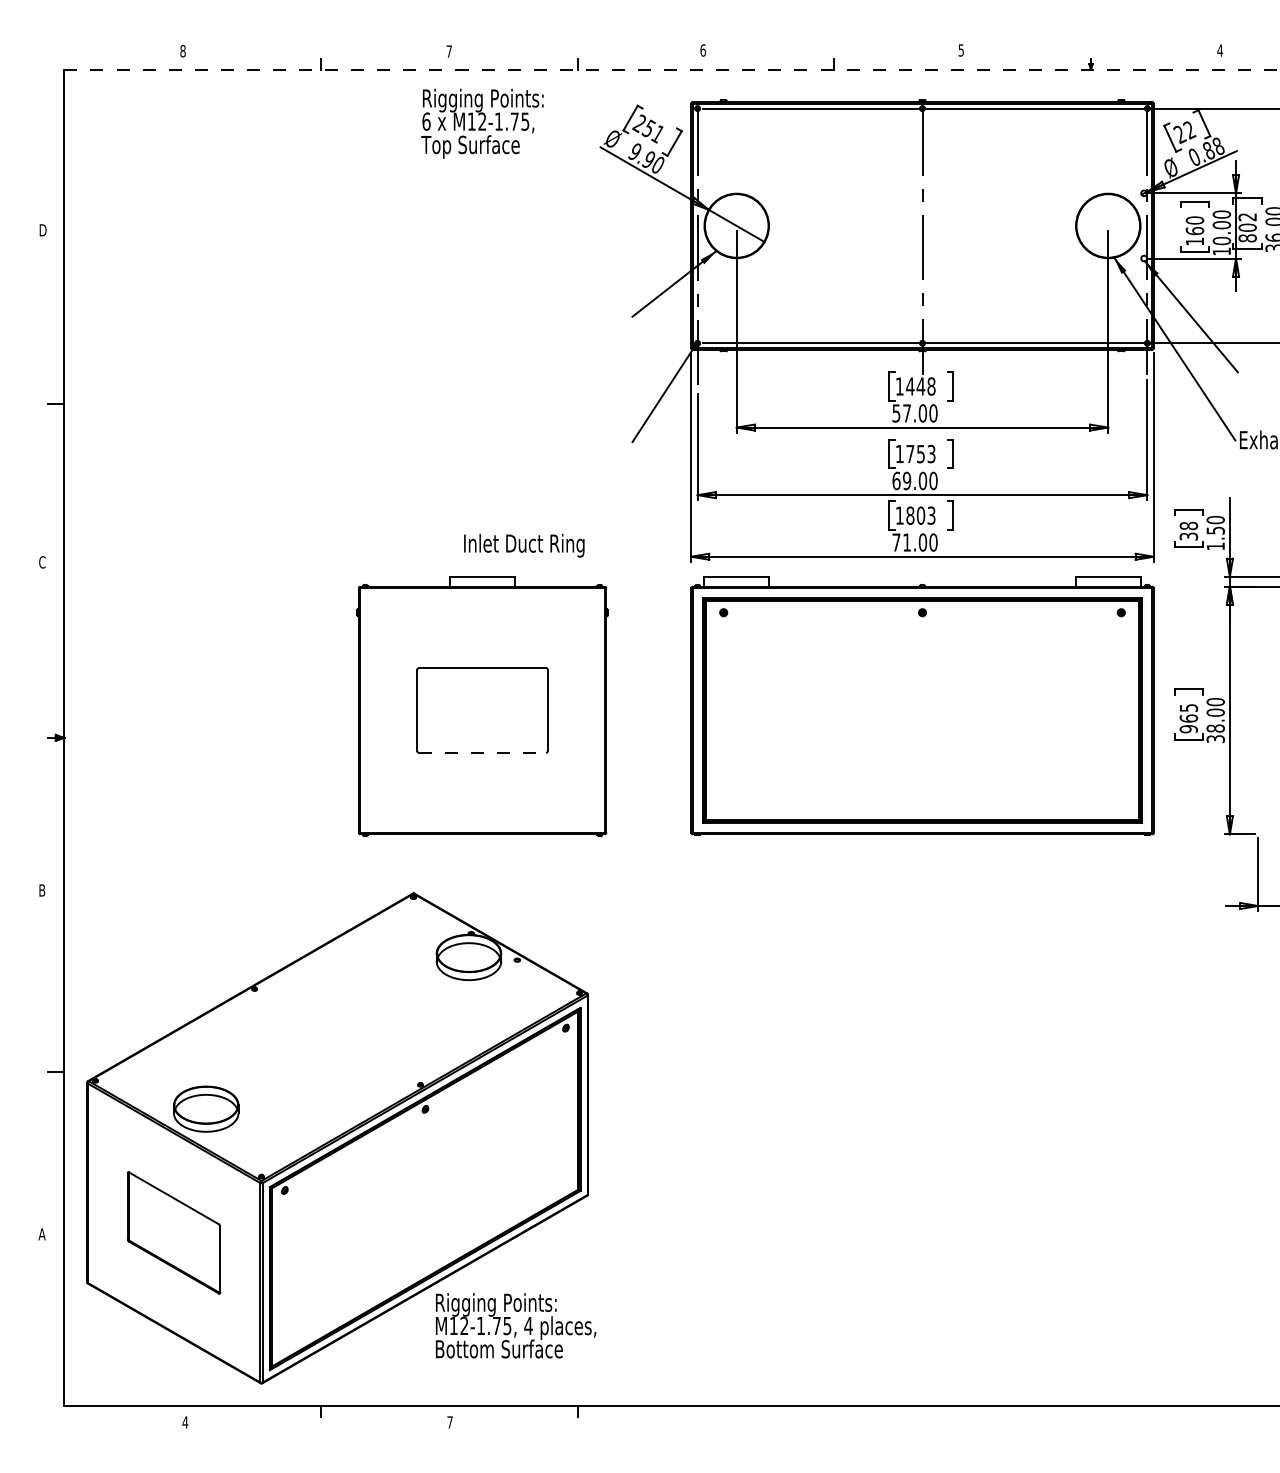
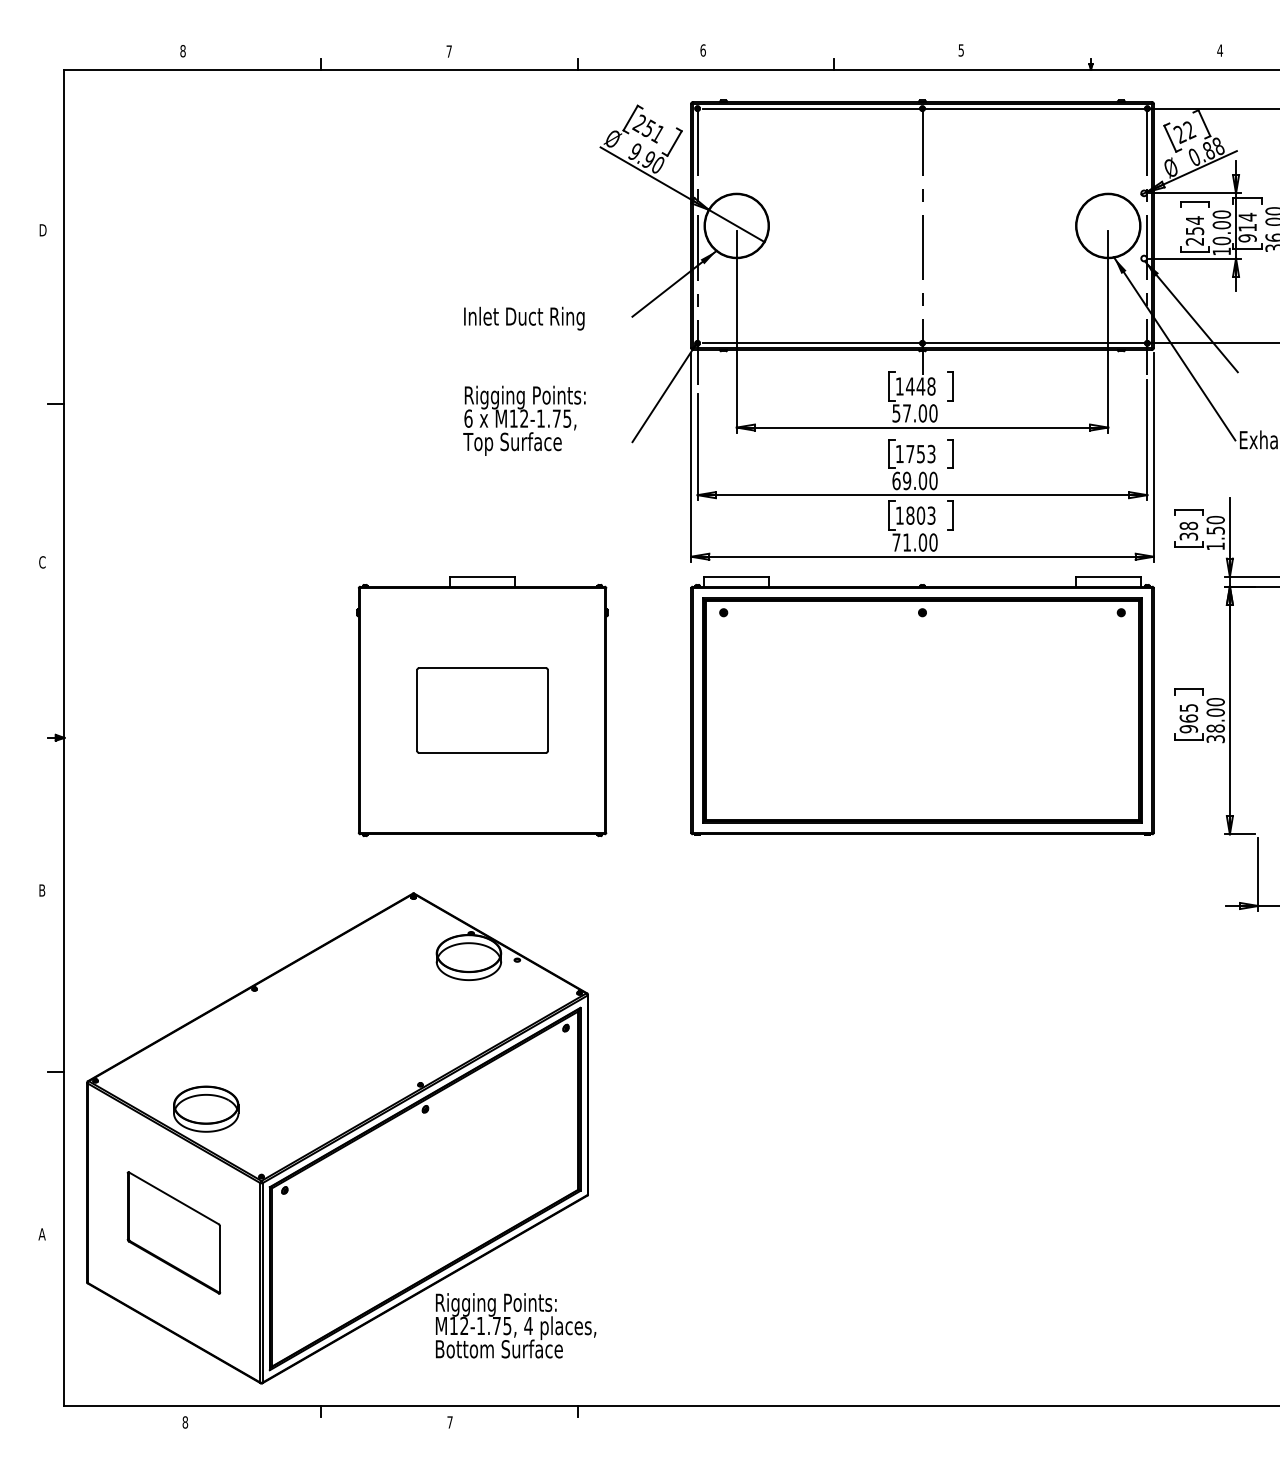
line at (672, 69): dashed -> solid
text at (482, 123) position: (482, 123) -> (524, 420)
text at (1247, 227): 802 -> 914
text at (1194, 230): 160 -> 254
text at (524, 545) position: (524, 545) -> (524, 318)
line at (482, 752): dashed -> solid
text at (184, 1422): 4 -> 8
